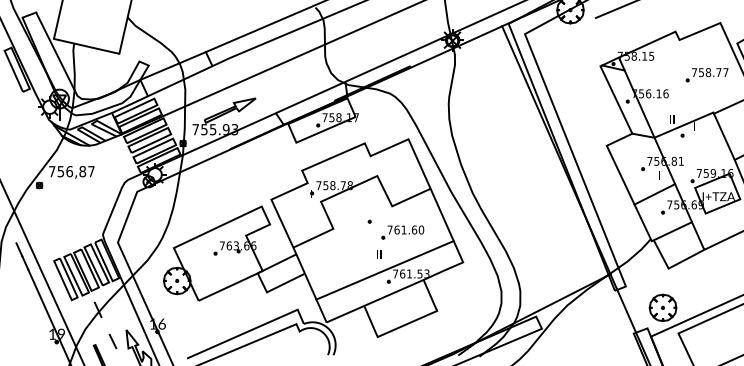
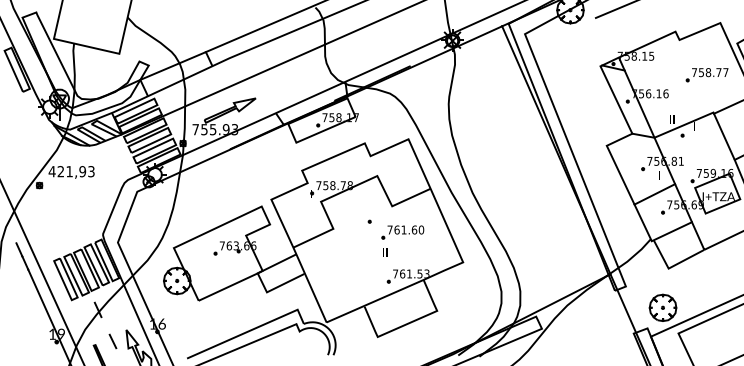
text at (71, 171): 756,87 -> 421,93
text at (379, 254) position: (379, 254) -> (385, 252)
line at (384, 270): present -> none
